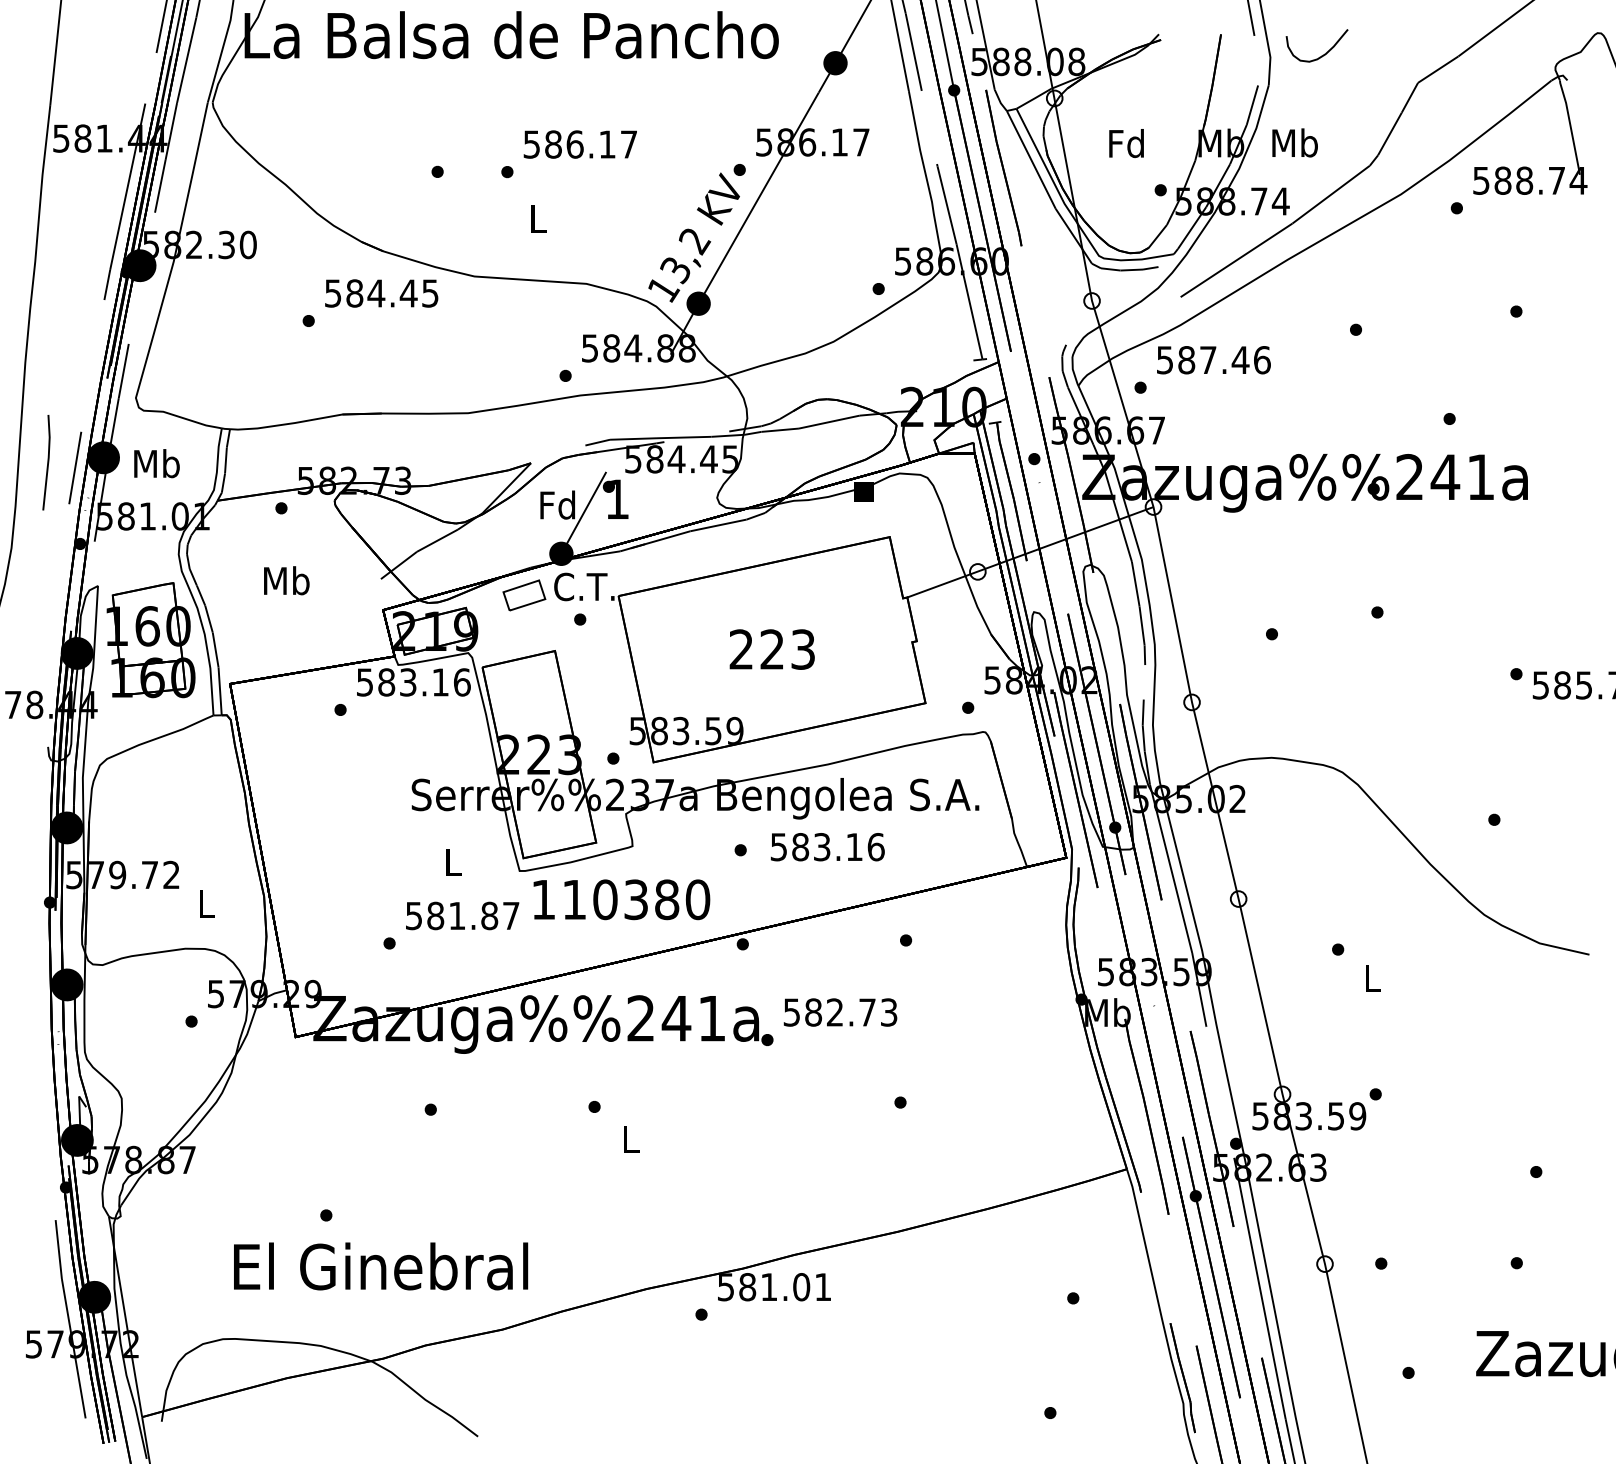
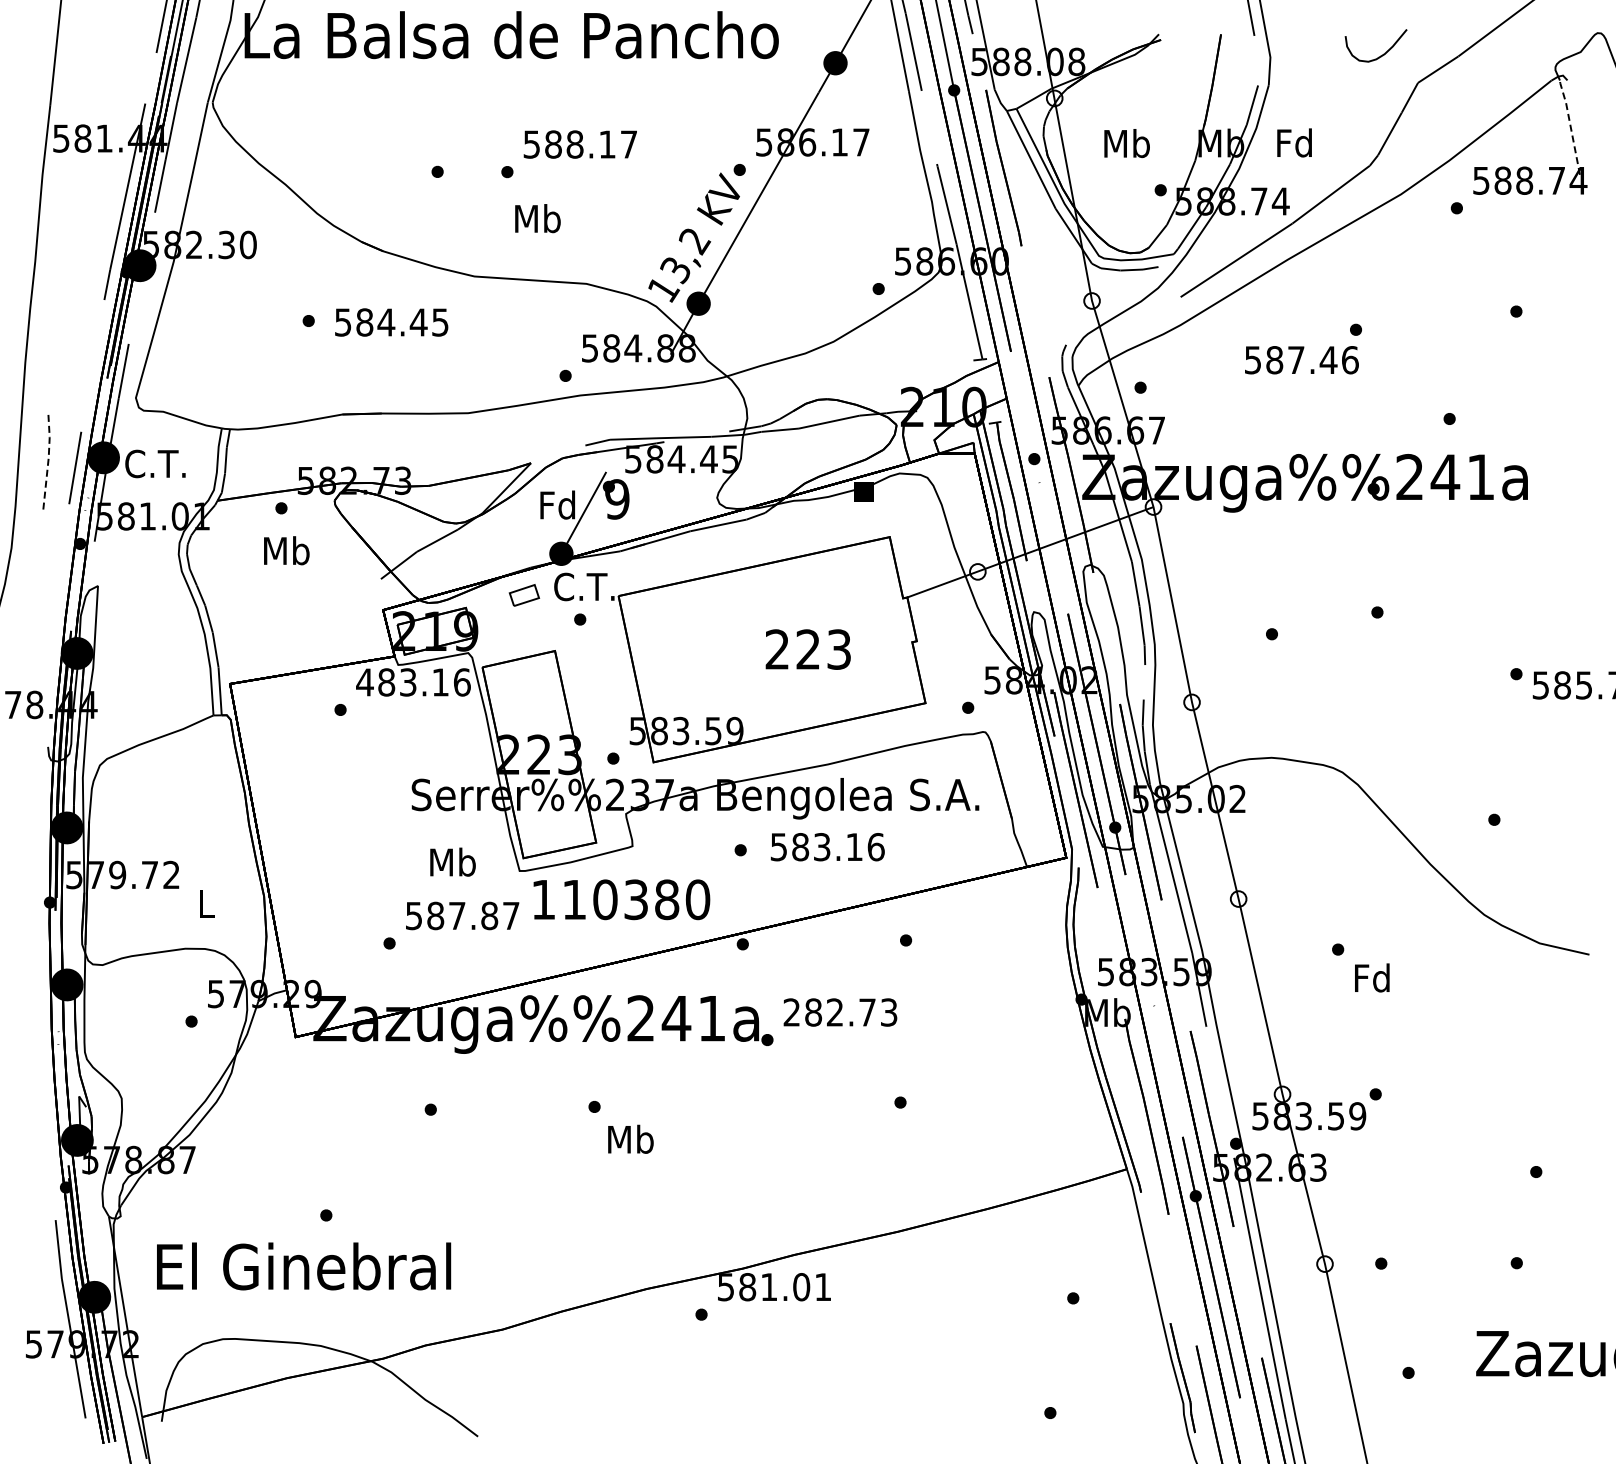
curve at (1321, 55) position: (1321, 55) -> (1380, 55)
line at (1570, 125): solid -> dashed
text at (1294, 142): Mb -> Fd
text at (1126, 143): Fd -> Mb
text at (574, 144): 586.17 -> 588.17
text at (537, 218): L -> Mb
text at (381, 293) position: (381, 293) -> (391, 322)
text at (1213, 360) position: (1213, 360) -> (1301, 360)
line at (48, 461): solid -> dashed
text at (155, 463): Mb -> C.T.
text at (617, 499): 1 -> 9
text at (286, 580) position: (286, 580) -> (286, 550)
part at (524, 595) size: 45x33 px -> 33x23 px
part at (150, 640): present -> none
text at (771, 649) position: (771, 649) -> (807, 649)
text at (364, 682): 583.16 -> 483.16
text at (452, 861): L -> Mb
text at (457, 915): 581.87 -> 587.87
text at (1372, 977): L -> Fd
text at (791, 1012): 582.73 -> 282.73
text at (630, 1138): L -> Mb
text at (381, 1266) position: (381, 1266) -> (304, 1266)
